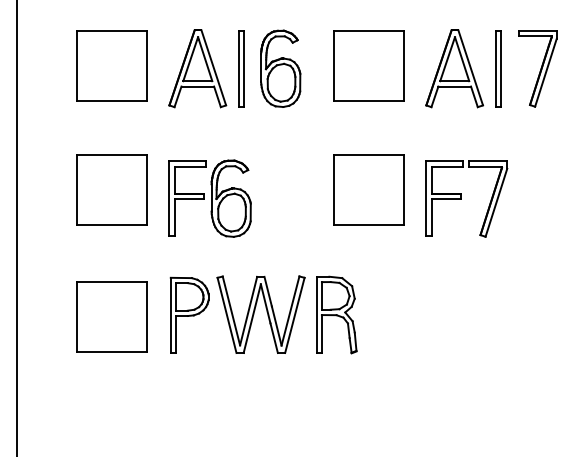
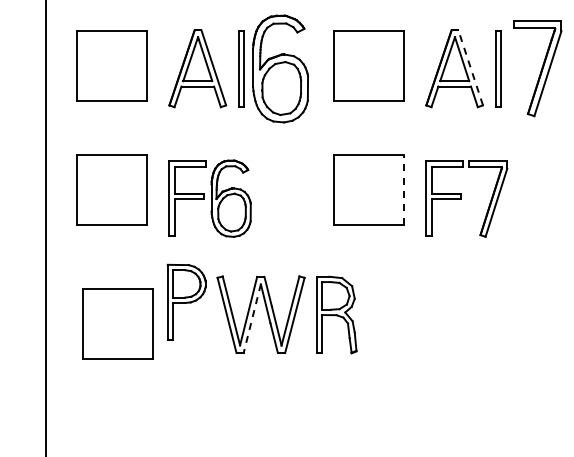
line at (470, 67): solid -> dashed
part at (280, 68) size: 42x79 px -> 57x110 px
part at (537, 68) size: 40x78 px -> 50x98 px
line at (403, 189): solid -> dashed
line at (17, 227) position: (17, 227) -> (46, 227)
part at (189, 314) position: (189, 314) -> (186, 301)
part at (111, 316) position: (111, 316) -> (117, 323)
line at (252, 319): solid -> dashed
